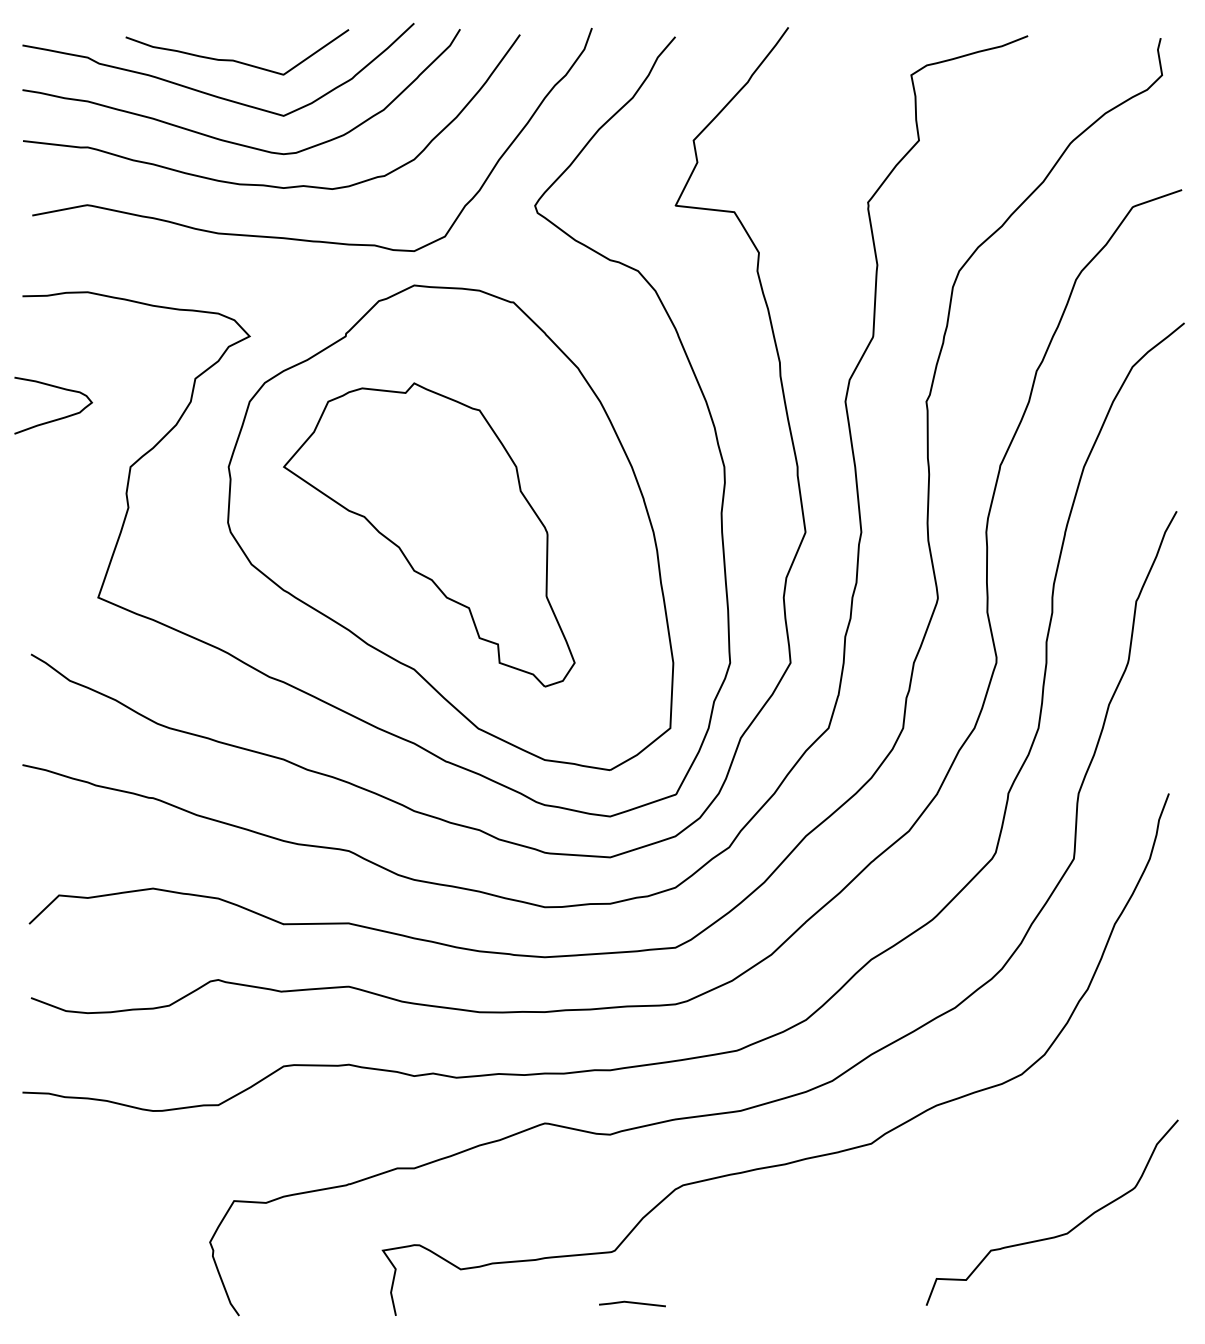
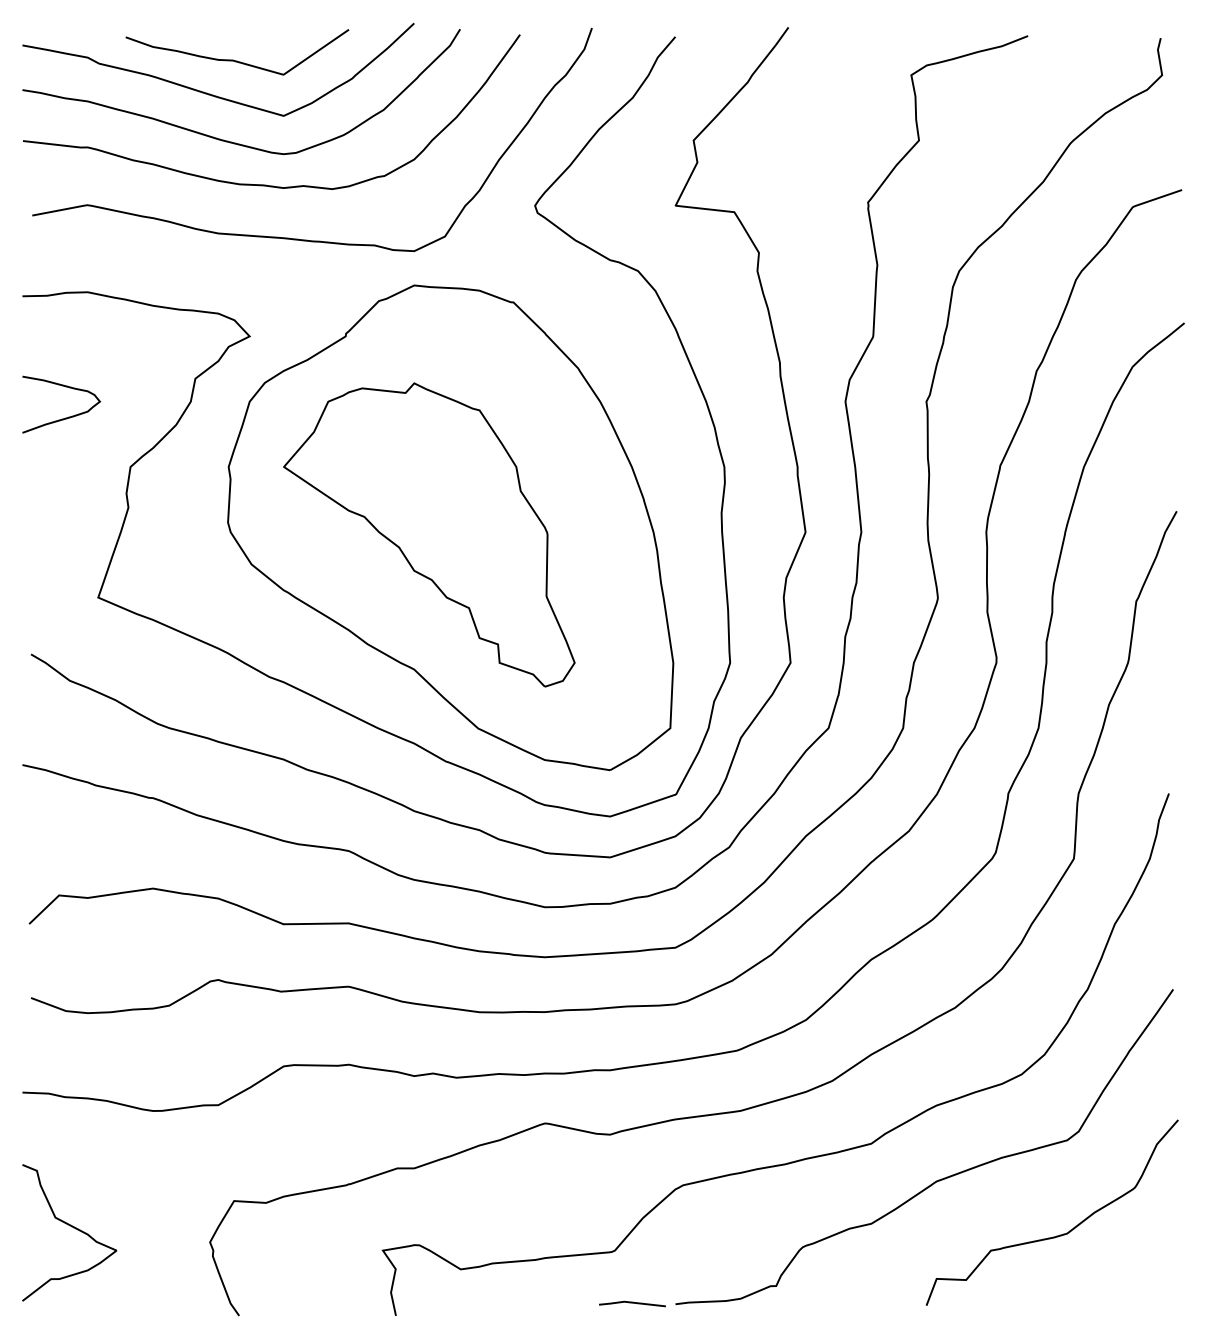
curve at (57, 418) position: (57, 418) -> (65, 417)
curve at (938, 1179): none -> present
curve at (71, 1227): none -> present
